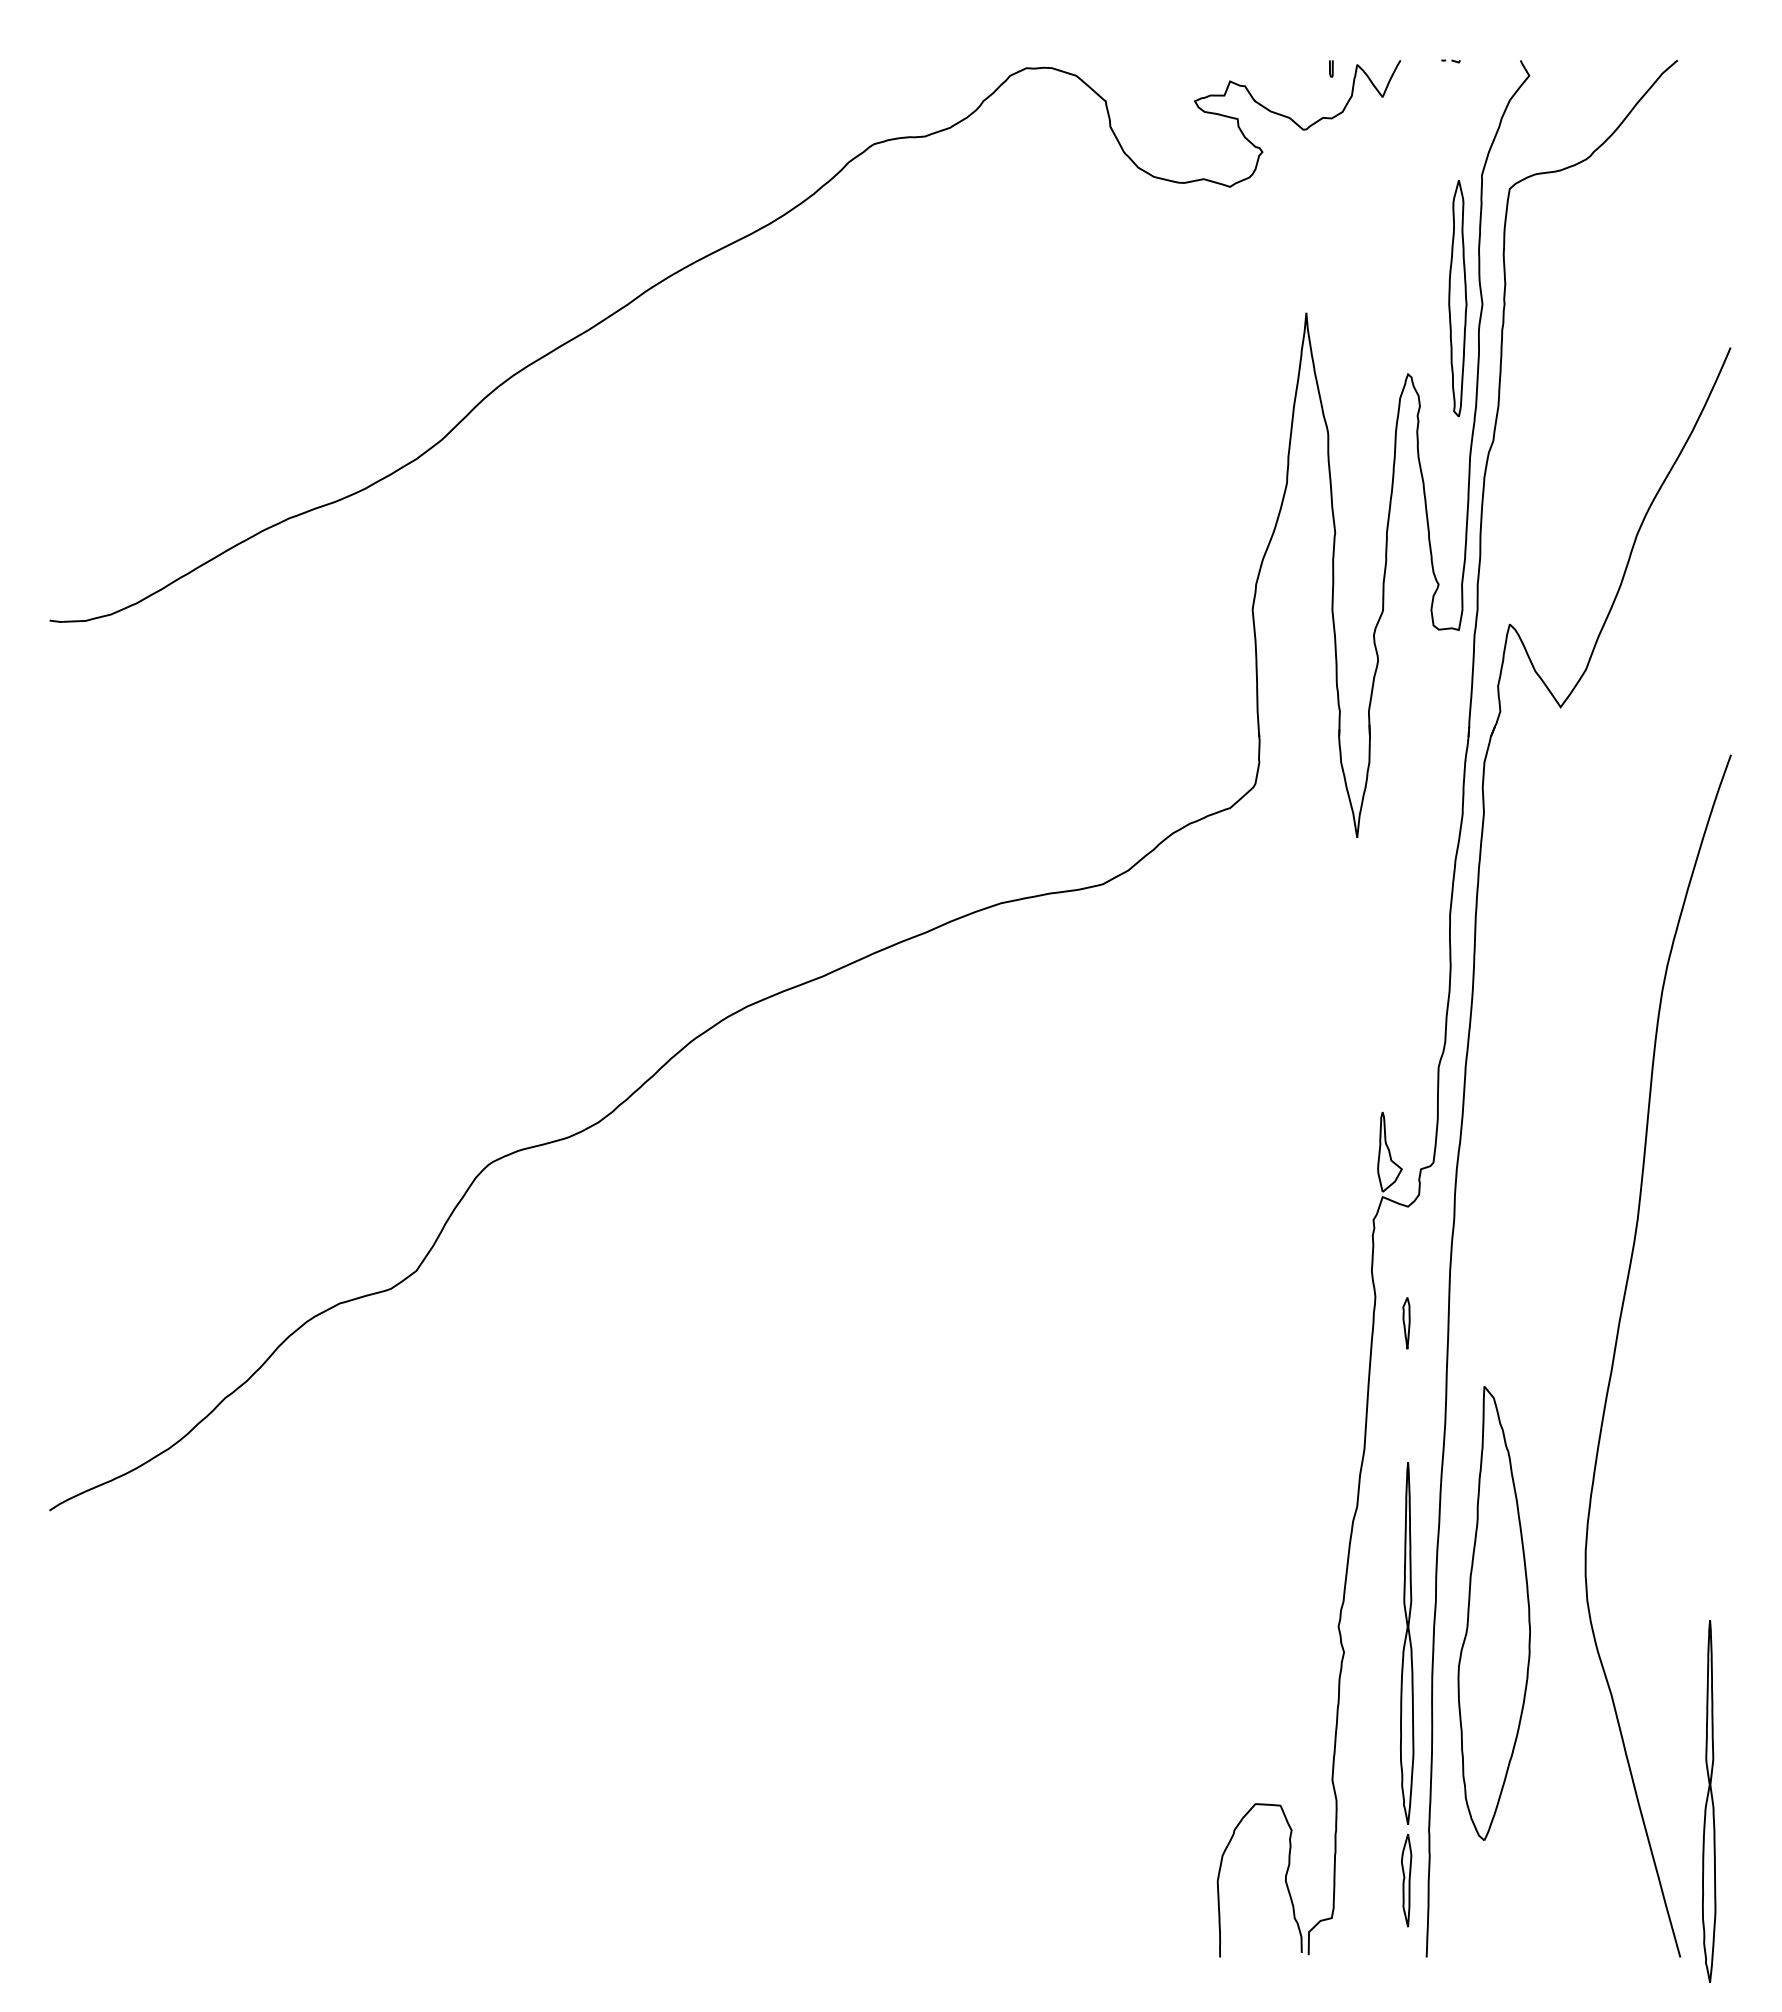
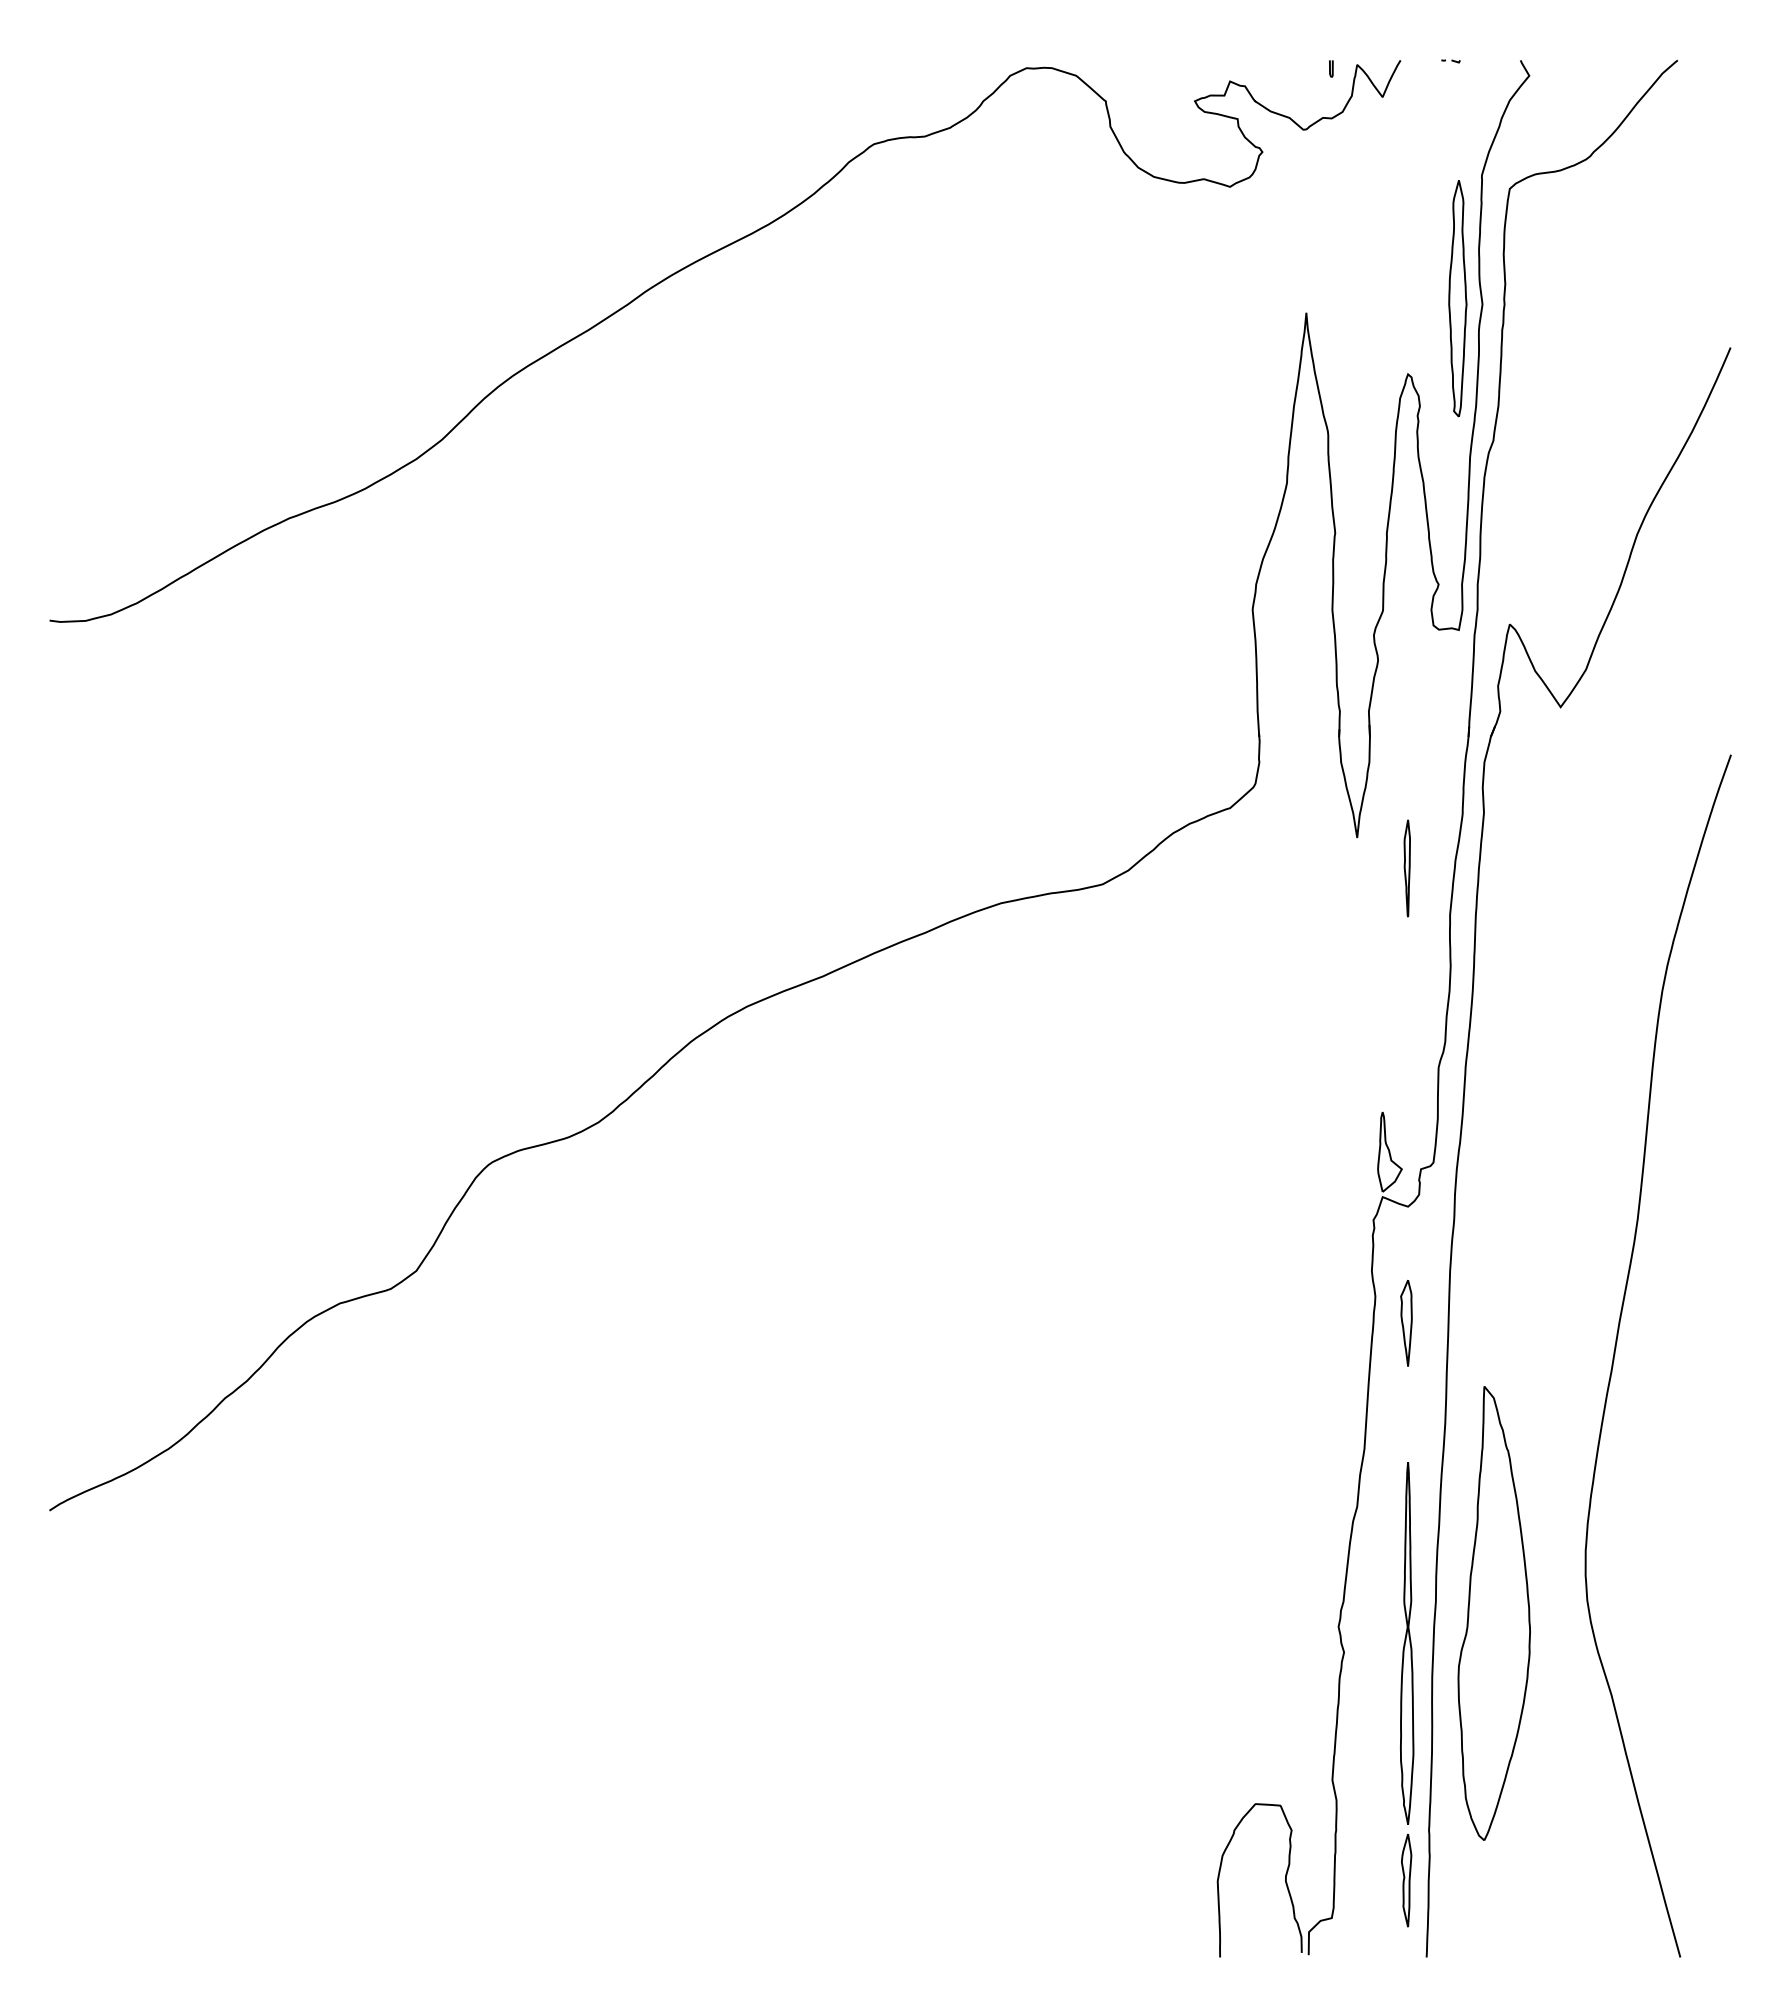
part at (1406, 868): none -> present
part at (1406, 1323) size: 9x53 px -> 13x87 px
part at (1709, 1801): present -> none
